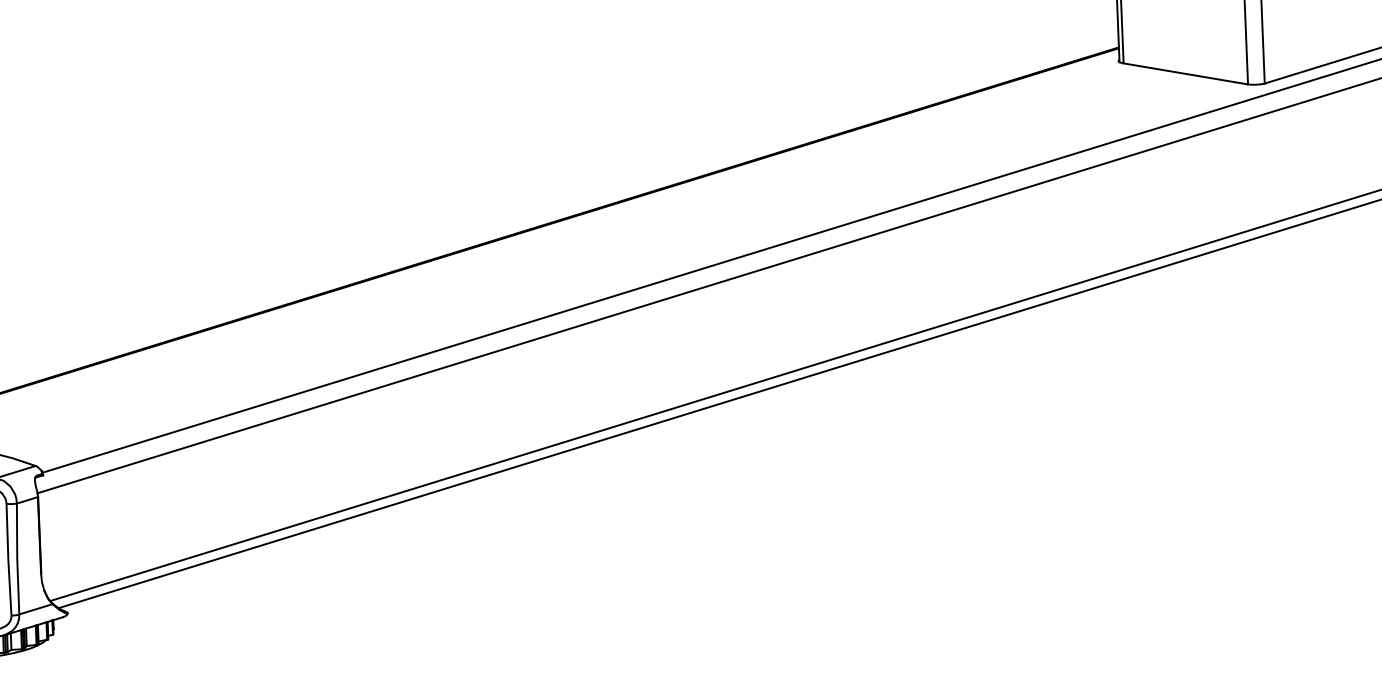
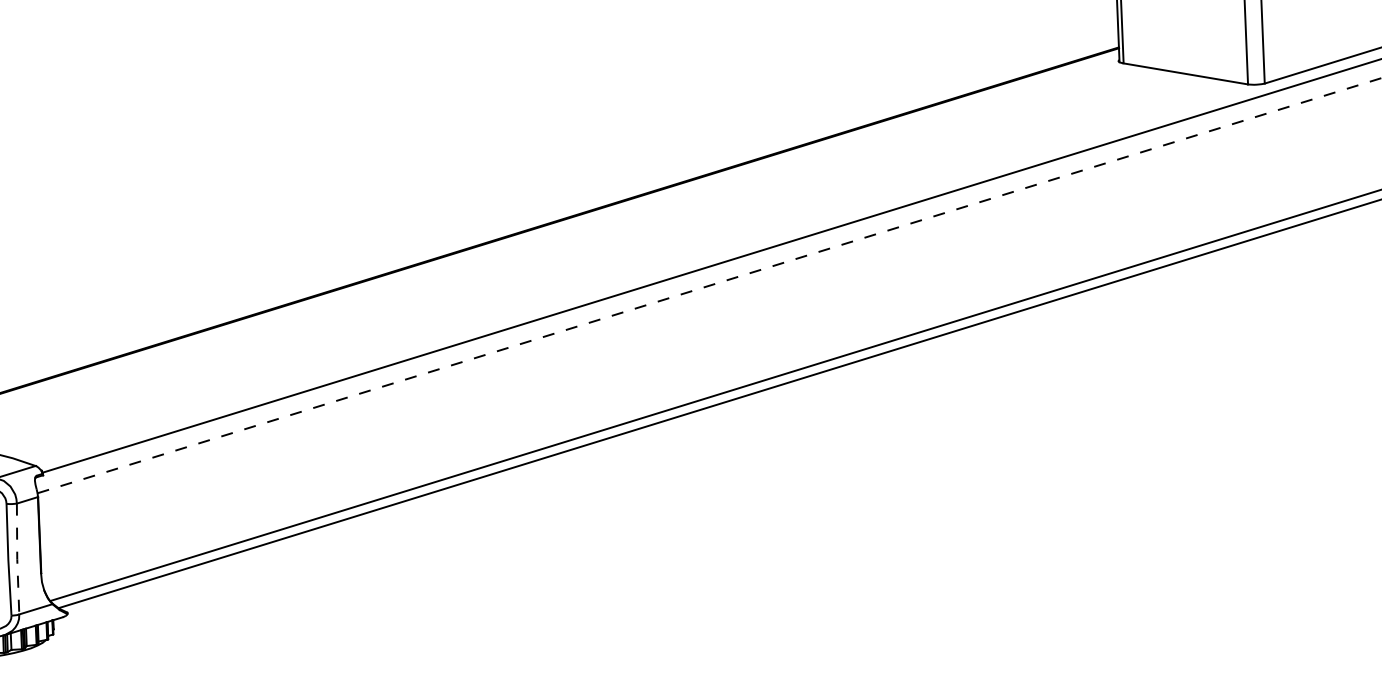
line at (710, 285): solid -> dashed
line at (17, 559): solid -> dashed
